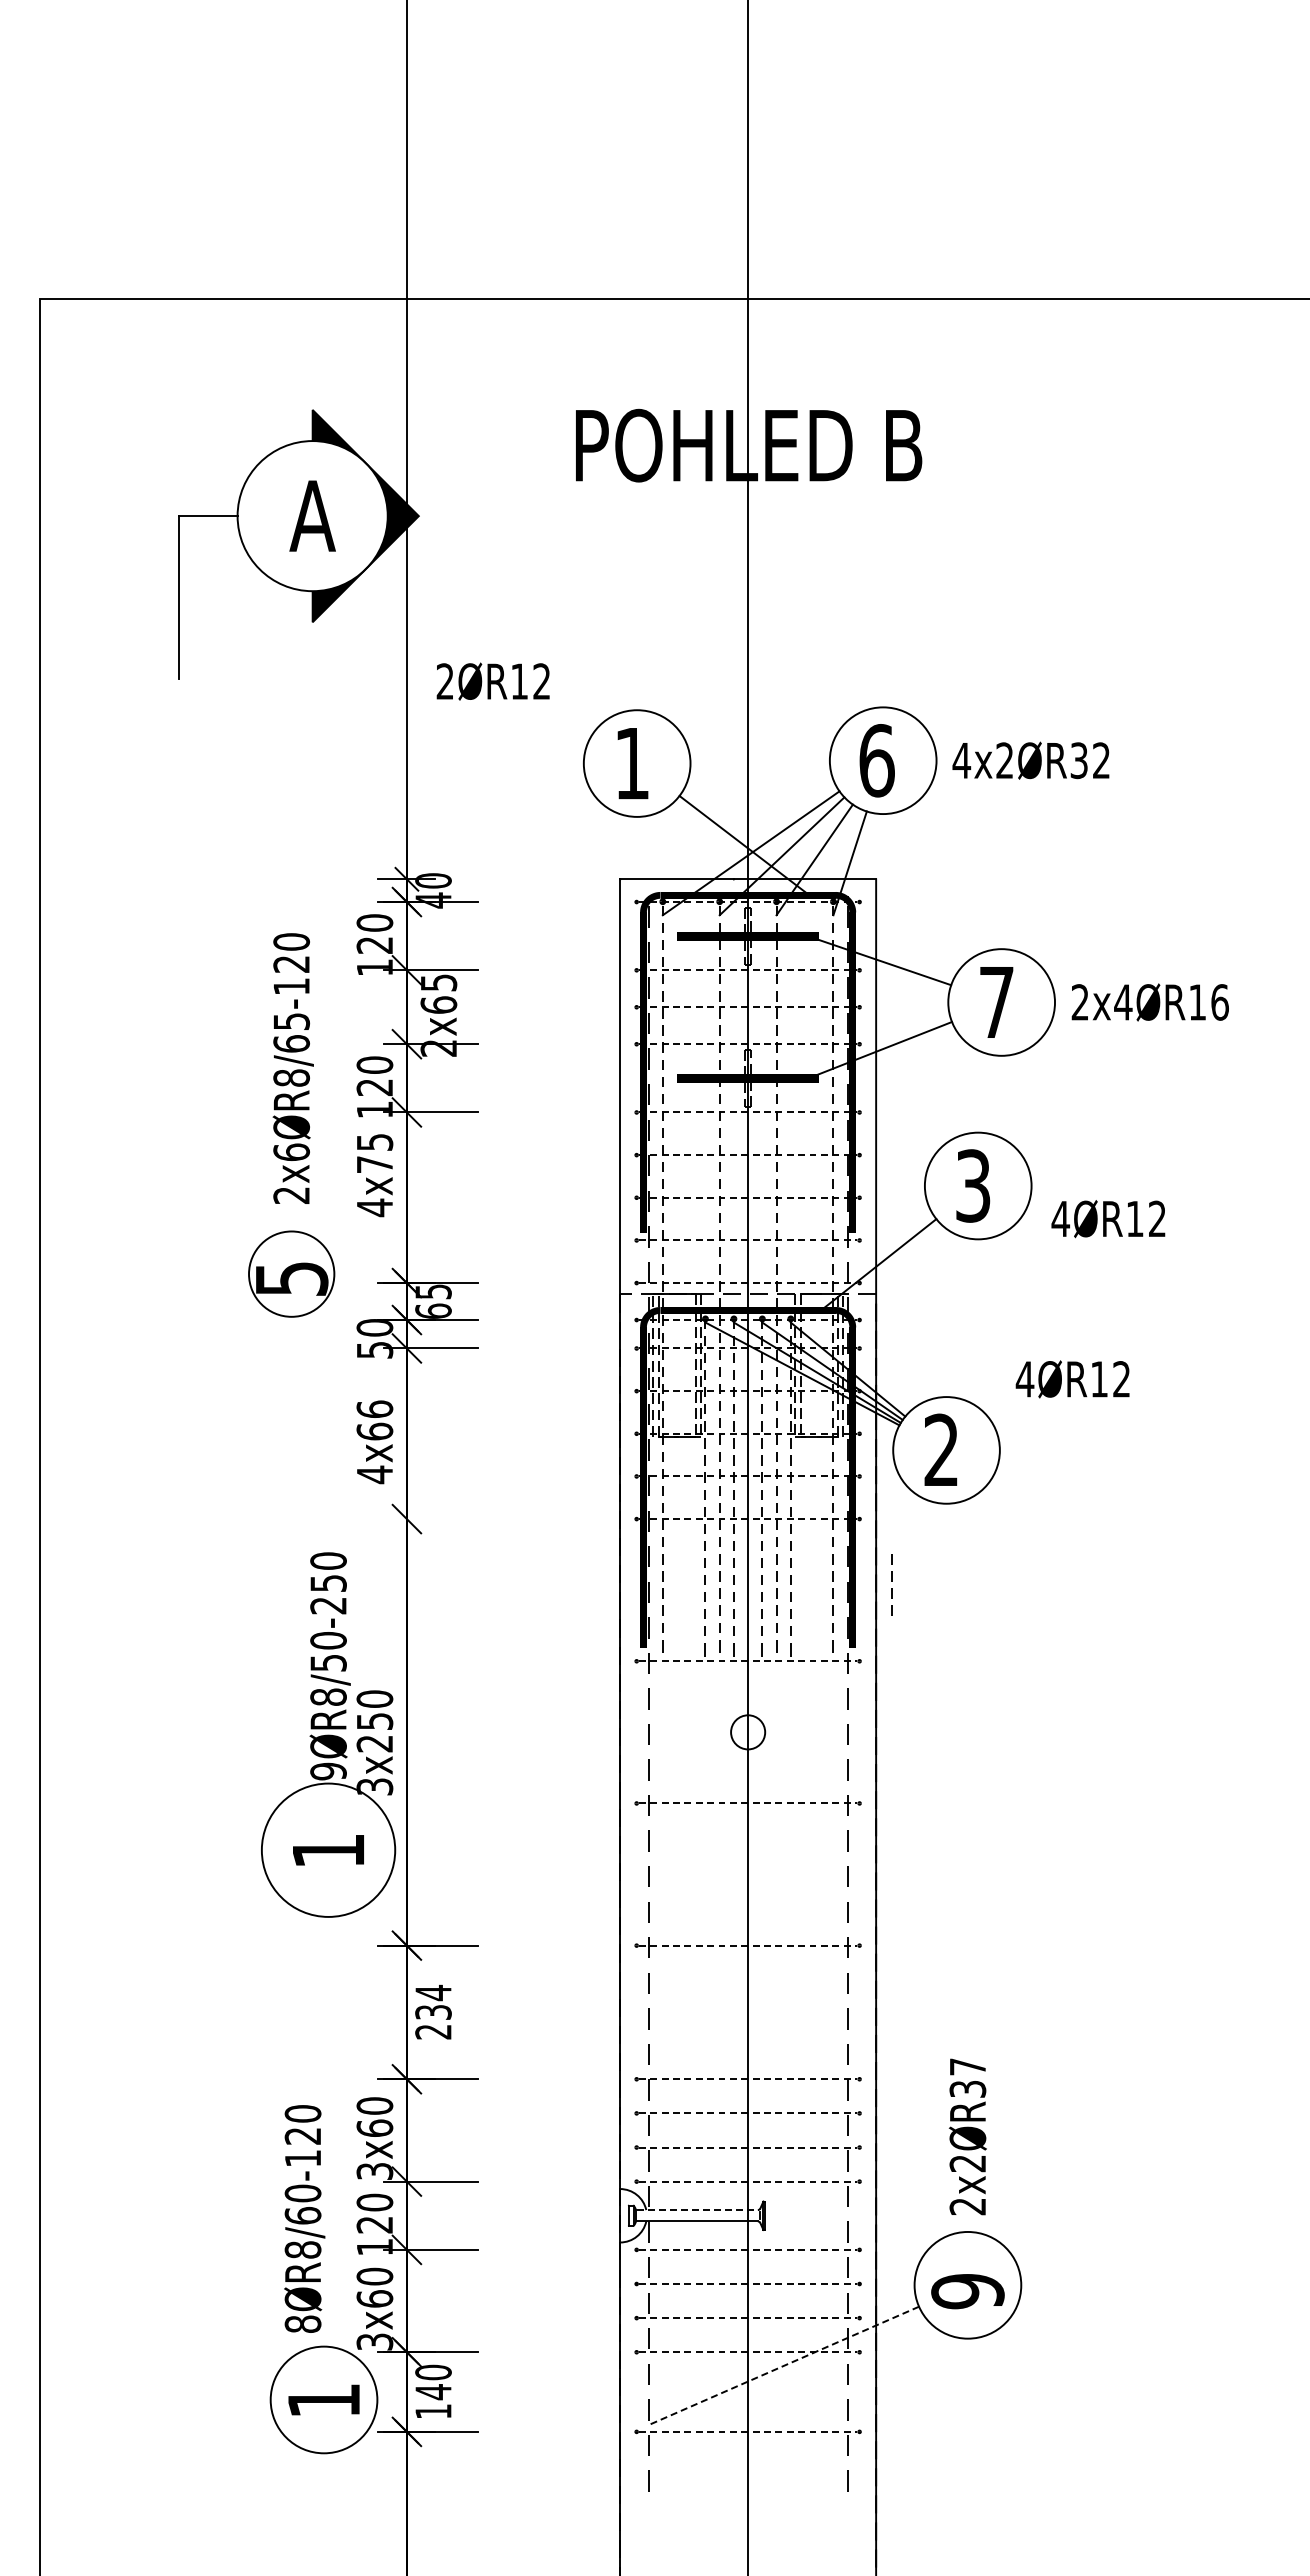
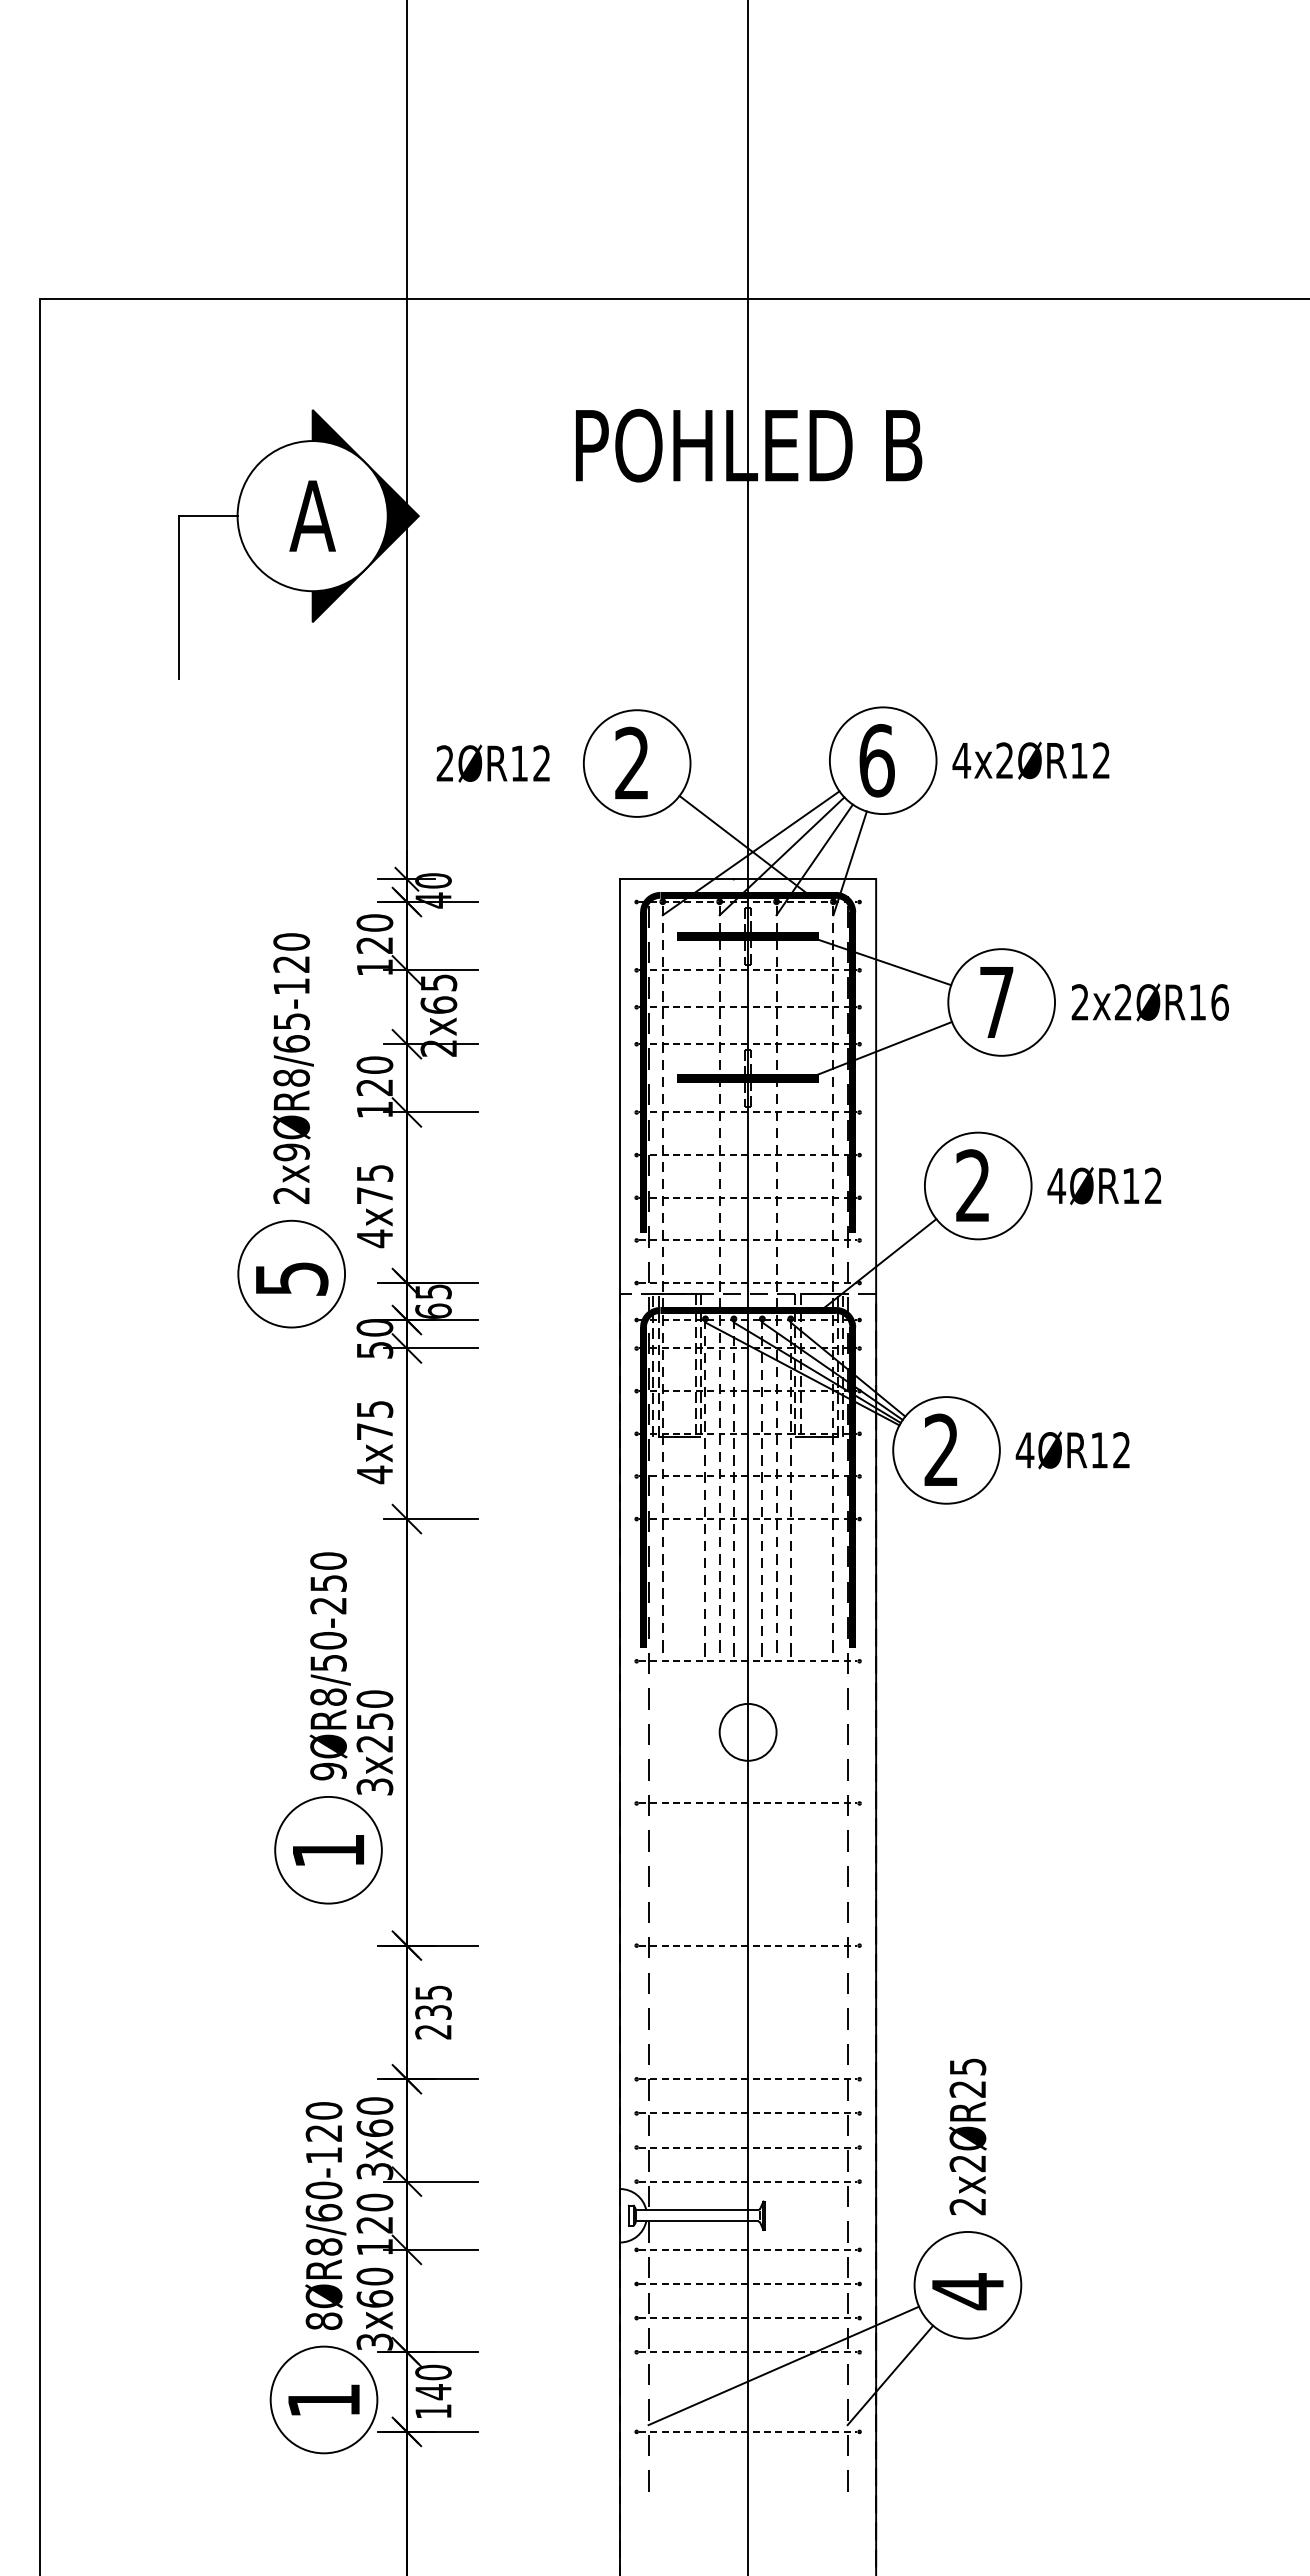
text at (492, 681) position: (492, 681) -> (492, 763)
text at (1078, 760): 4x2ØR32 -> 4x2ØR12
text at (631, 762): 1 -> 2
text at (1123, 1002): 2x4ØR16 -> 2x2ØR16
text at (291, 1152): 2x6ØR8/65-120 -> 2x9ØR8/65-120
text at (375, 1175) position: (375, 1175) -> (375, 1206)
text at (973, 1185): 3 -> 2
text at (1108, 1219) position: (1108, 1219) -> (1104, 1186)
circle at (291, 1273) diameter: 85 px -> 107 px
text at (1072, 1379) position: (1072, 1379) -> (1072, 1450)
text at (374, 1420): 4x66 -> 4x75
line at (430, 1519): none -> present
line at (891, 1581): present -> none
circle at (748, 1732) diameter: 34 px -> 57 px
circle at (328, 1849) diameter: 133 px -> 107 px
text at (433, 1992): 234 -> 235
text at (968, 2077): 2x2ØR37 -> 2x2ØR25
line at (697, 2210): dashed -> solid
text at (304, 2218) position: (304, 2218) -> (325, 2215)
text at (967, 2291): 9 -> 4
line at (783, 2365): dashed -> solid
line at (890, 2375): none -> present
